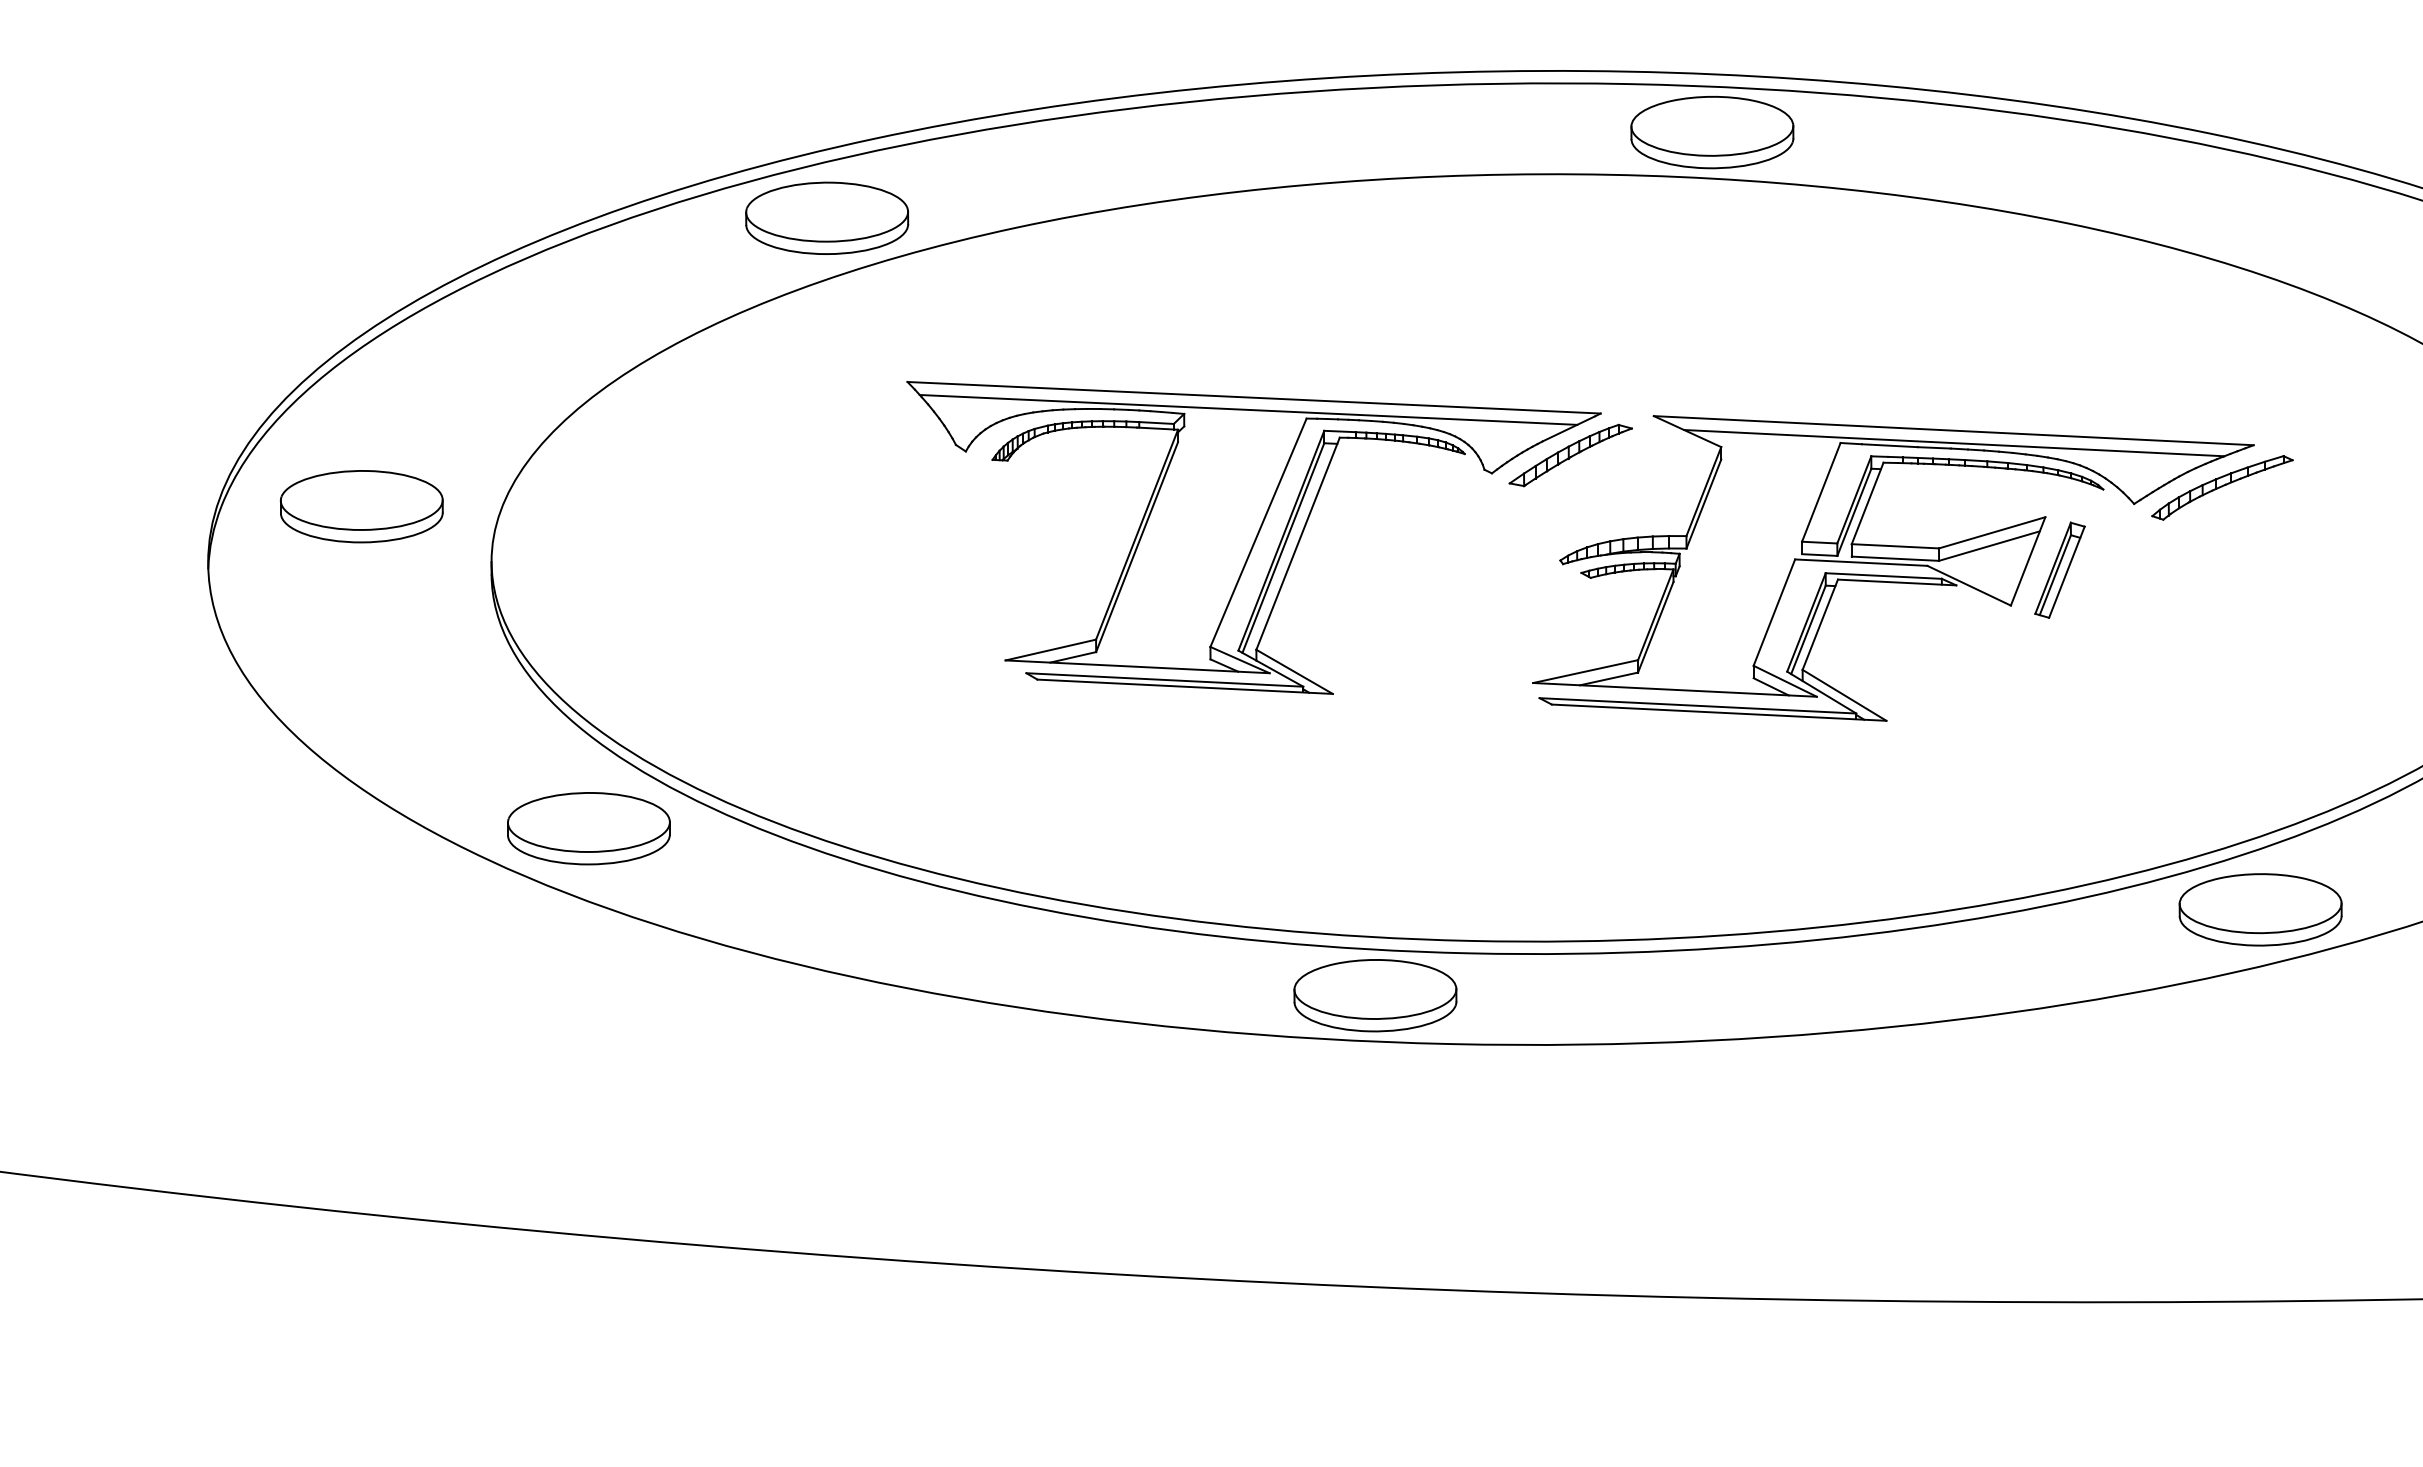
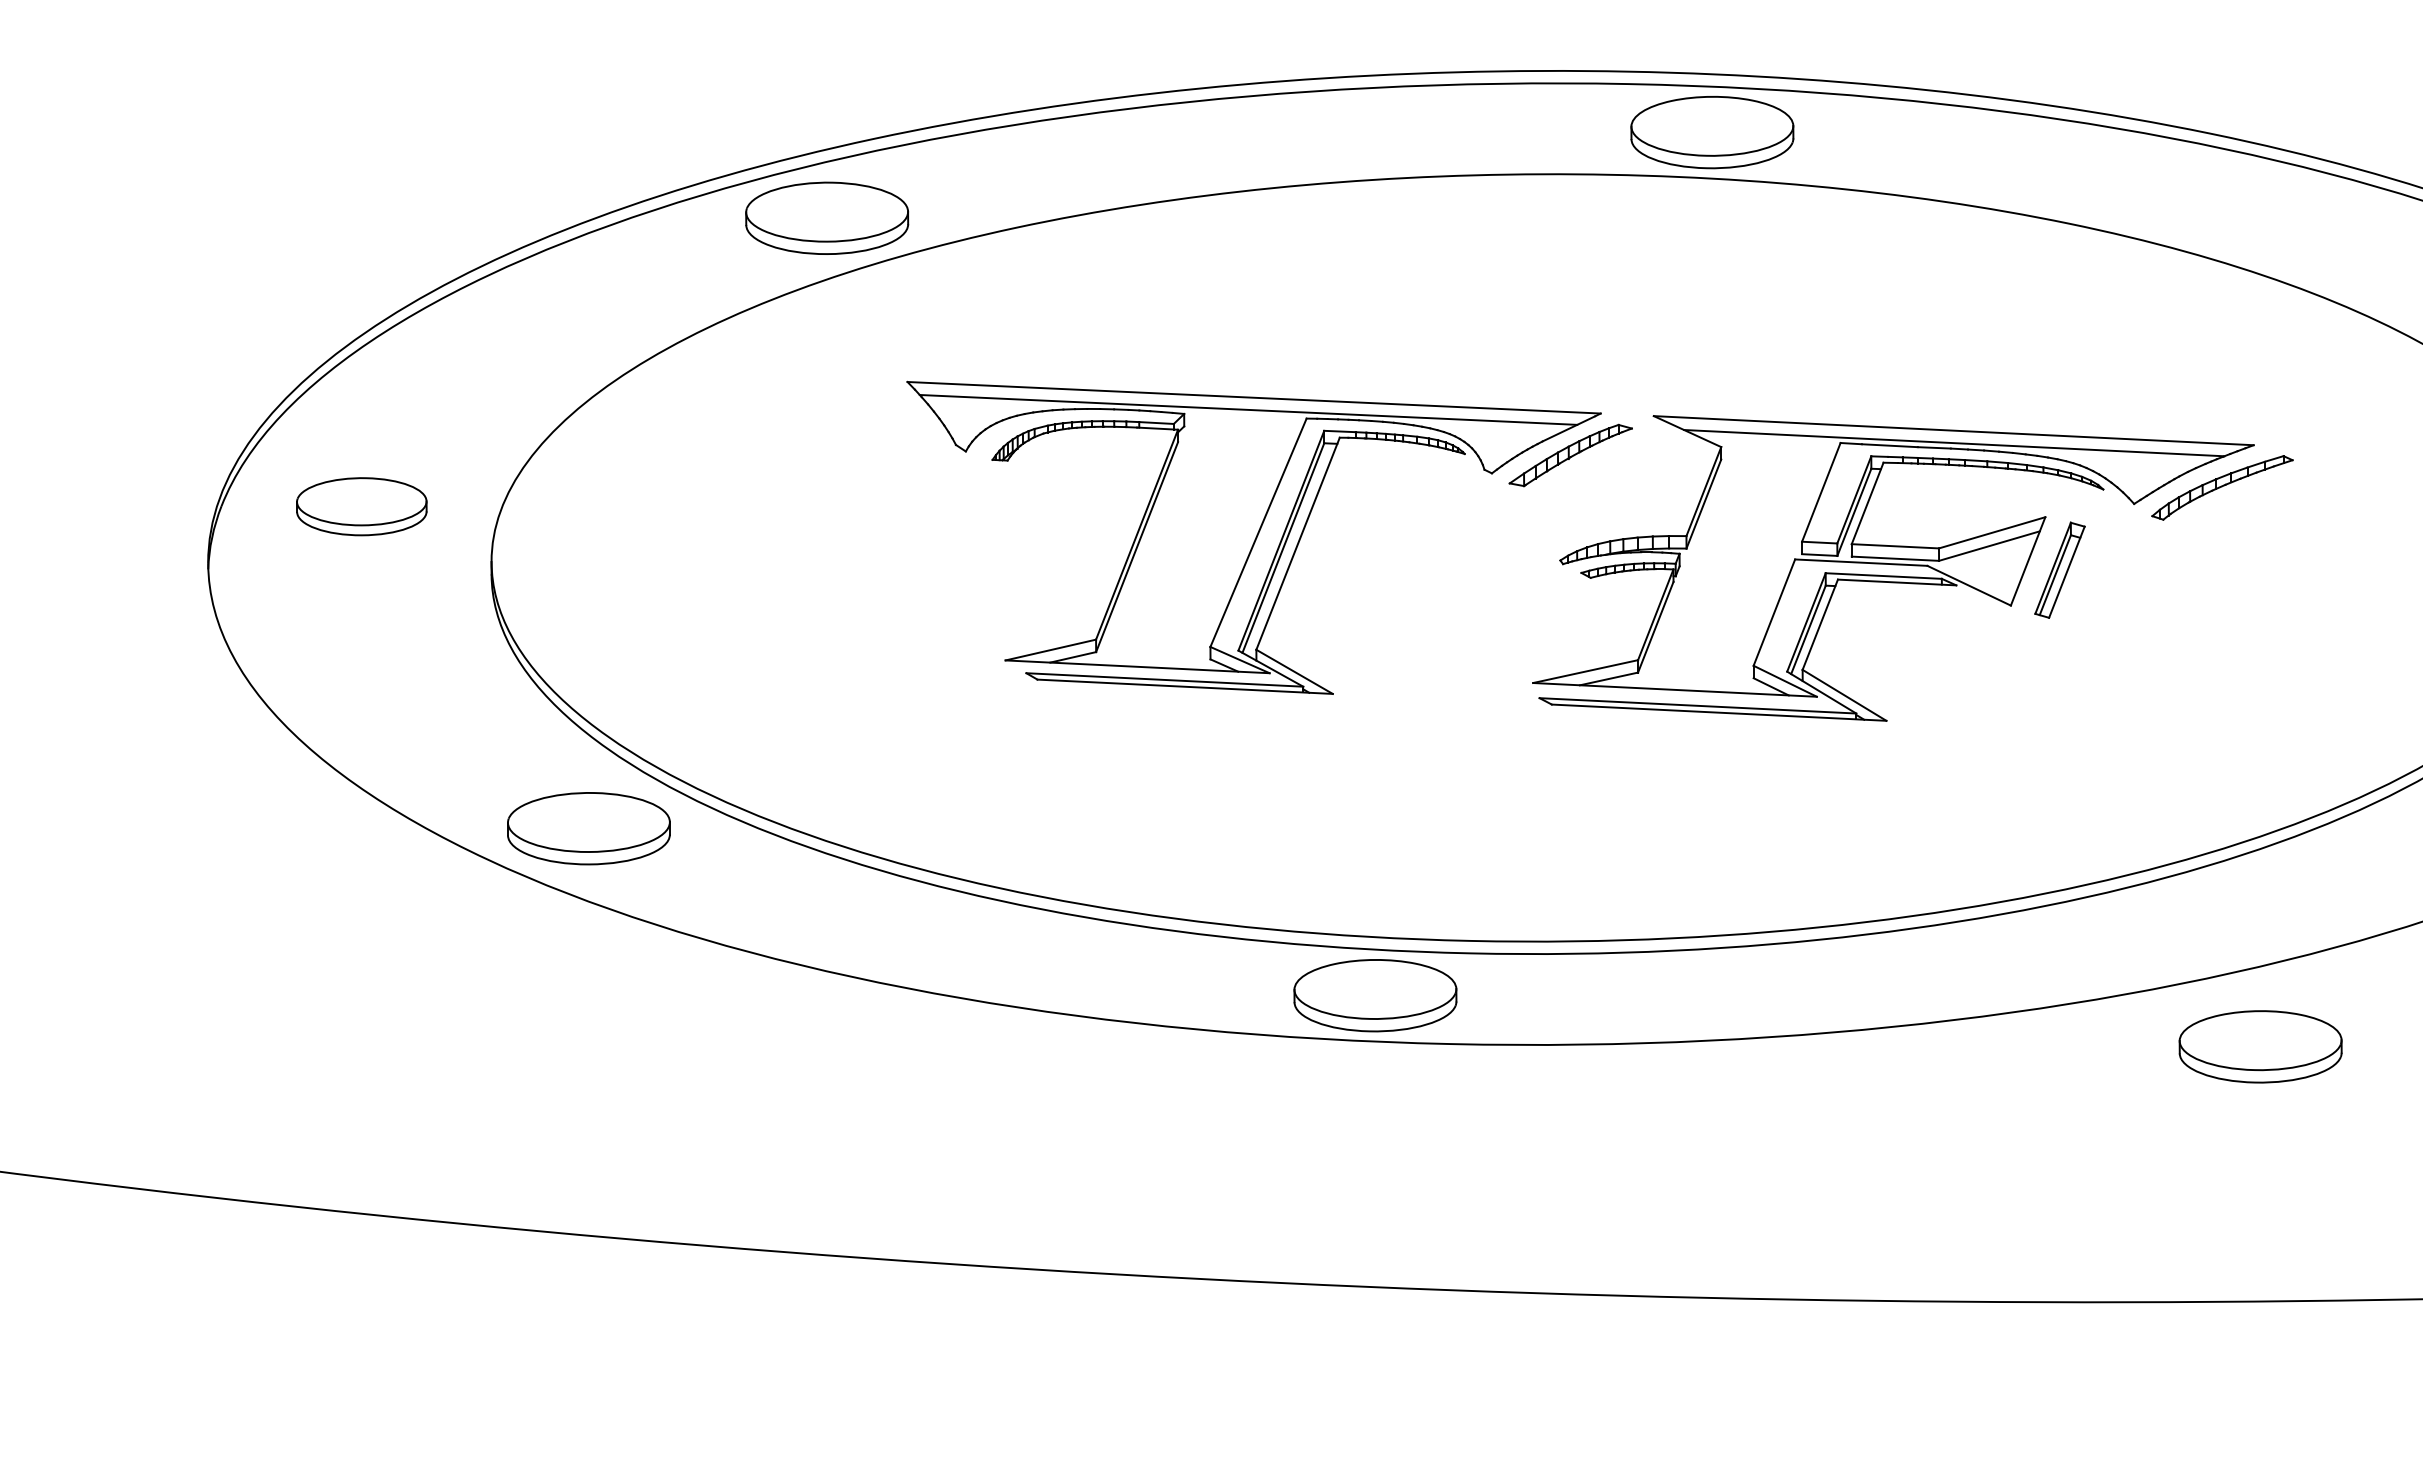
part at (361, 506) size: 164x74 px -> 132x60 px
part at (2260, 909) position: (2260, 909) -> (2260, 1046)
